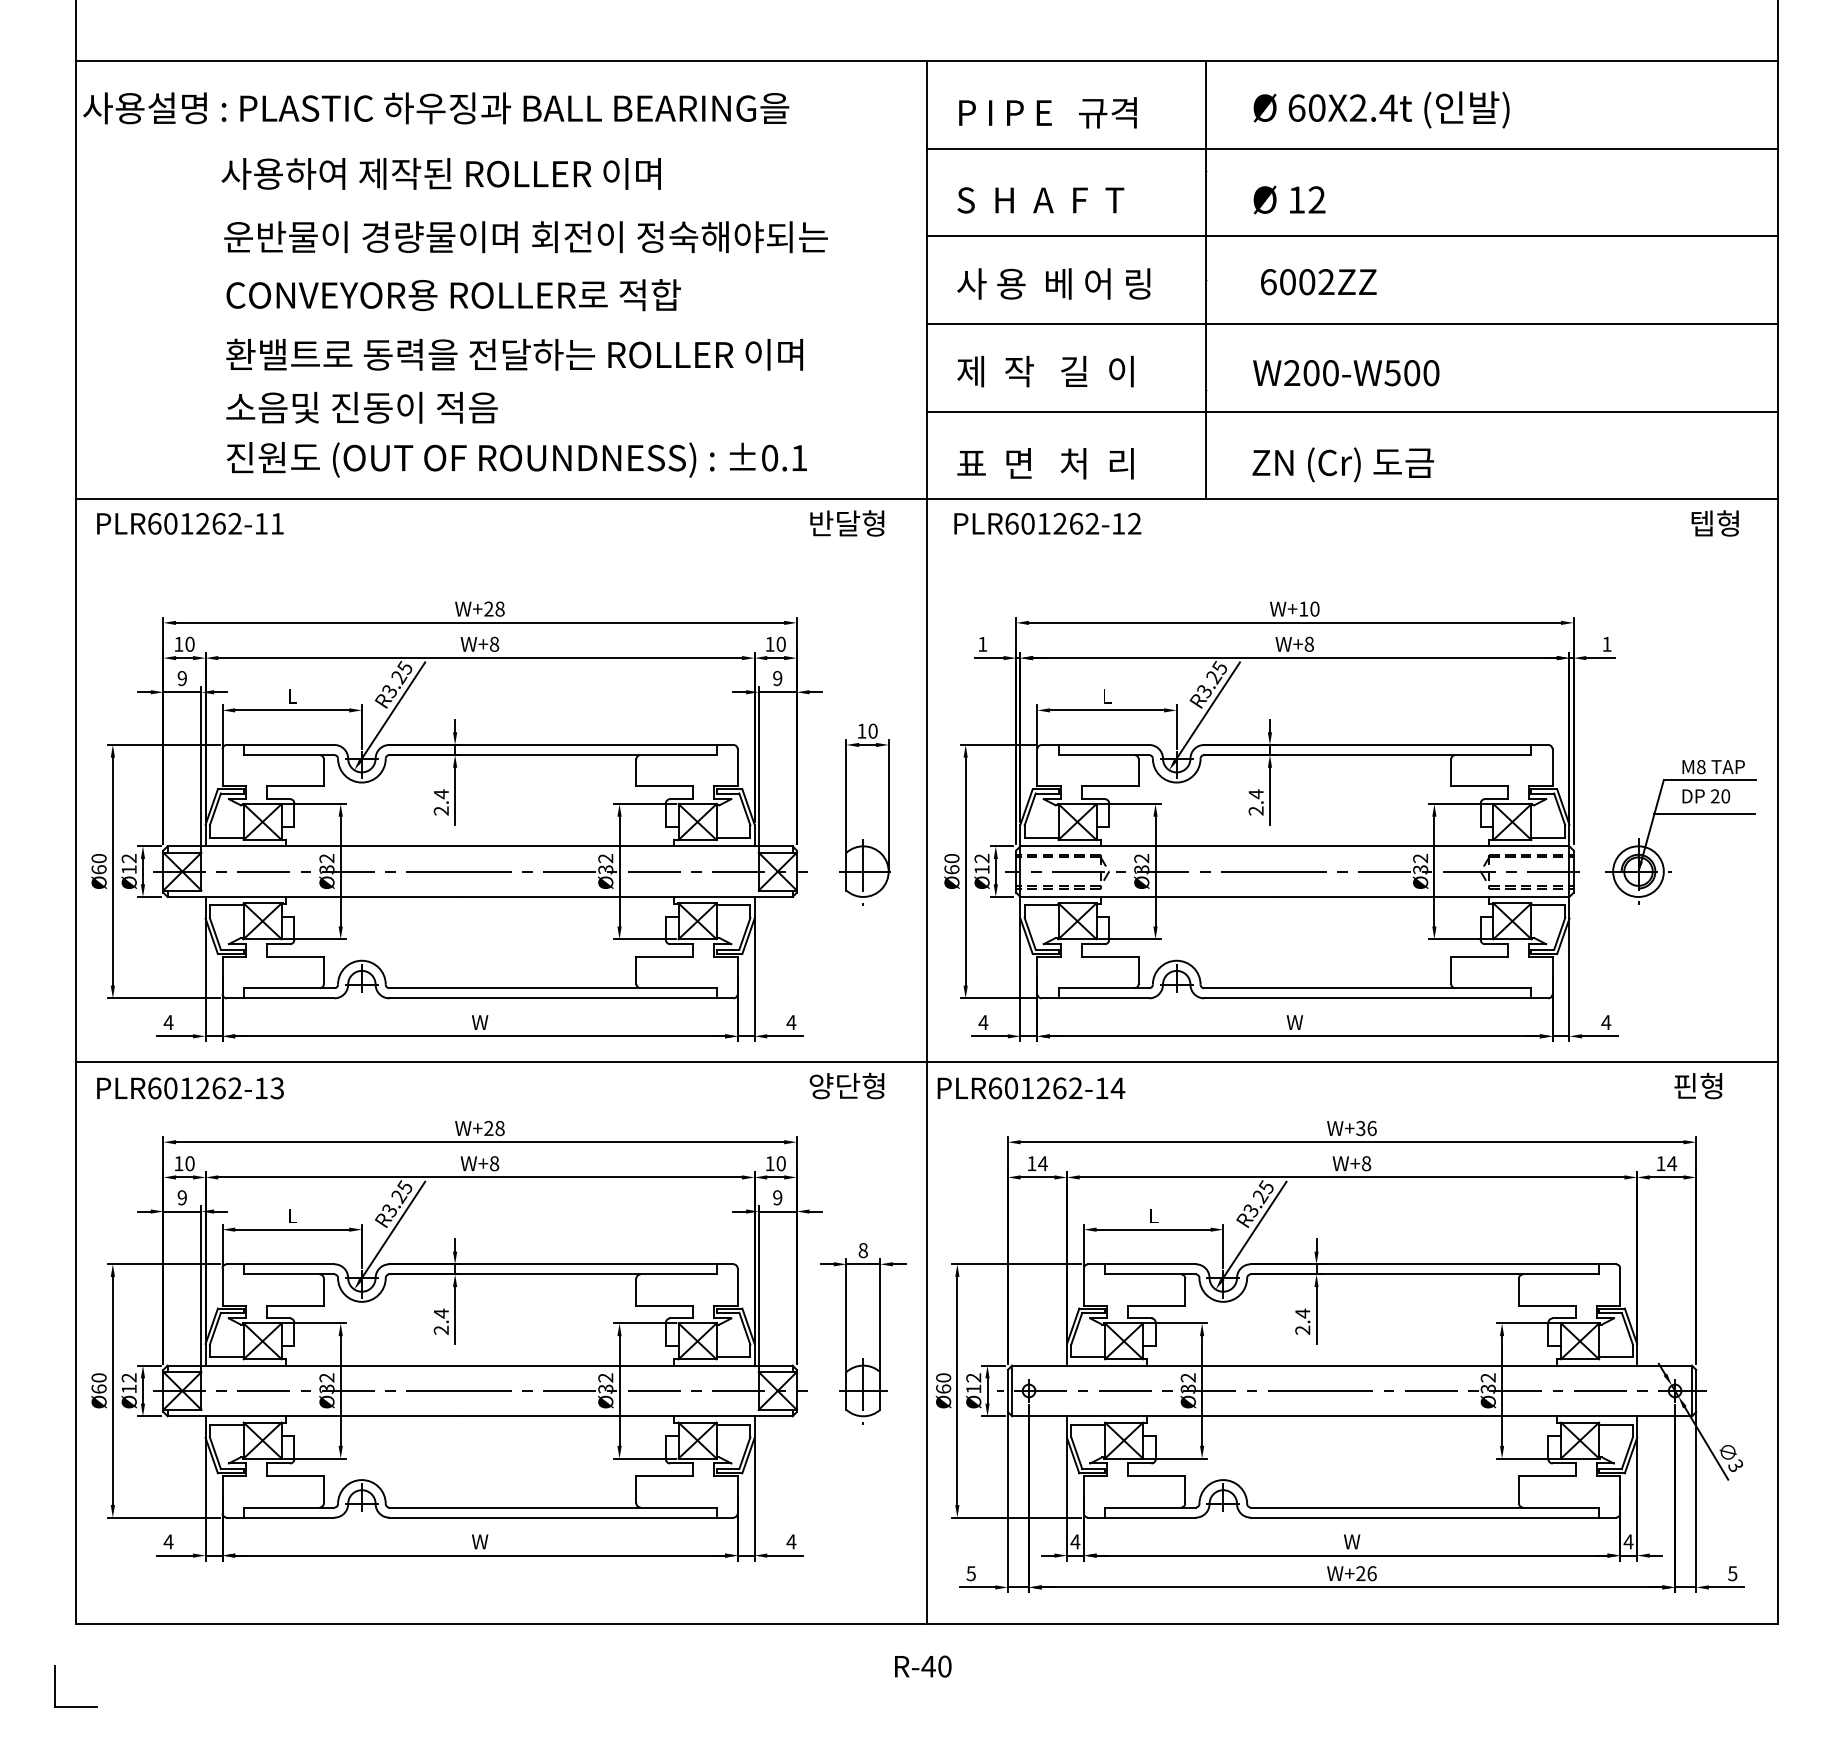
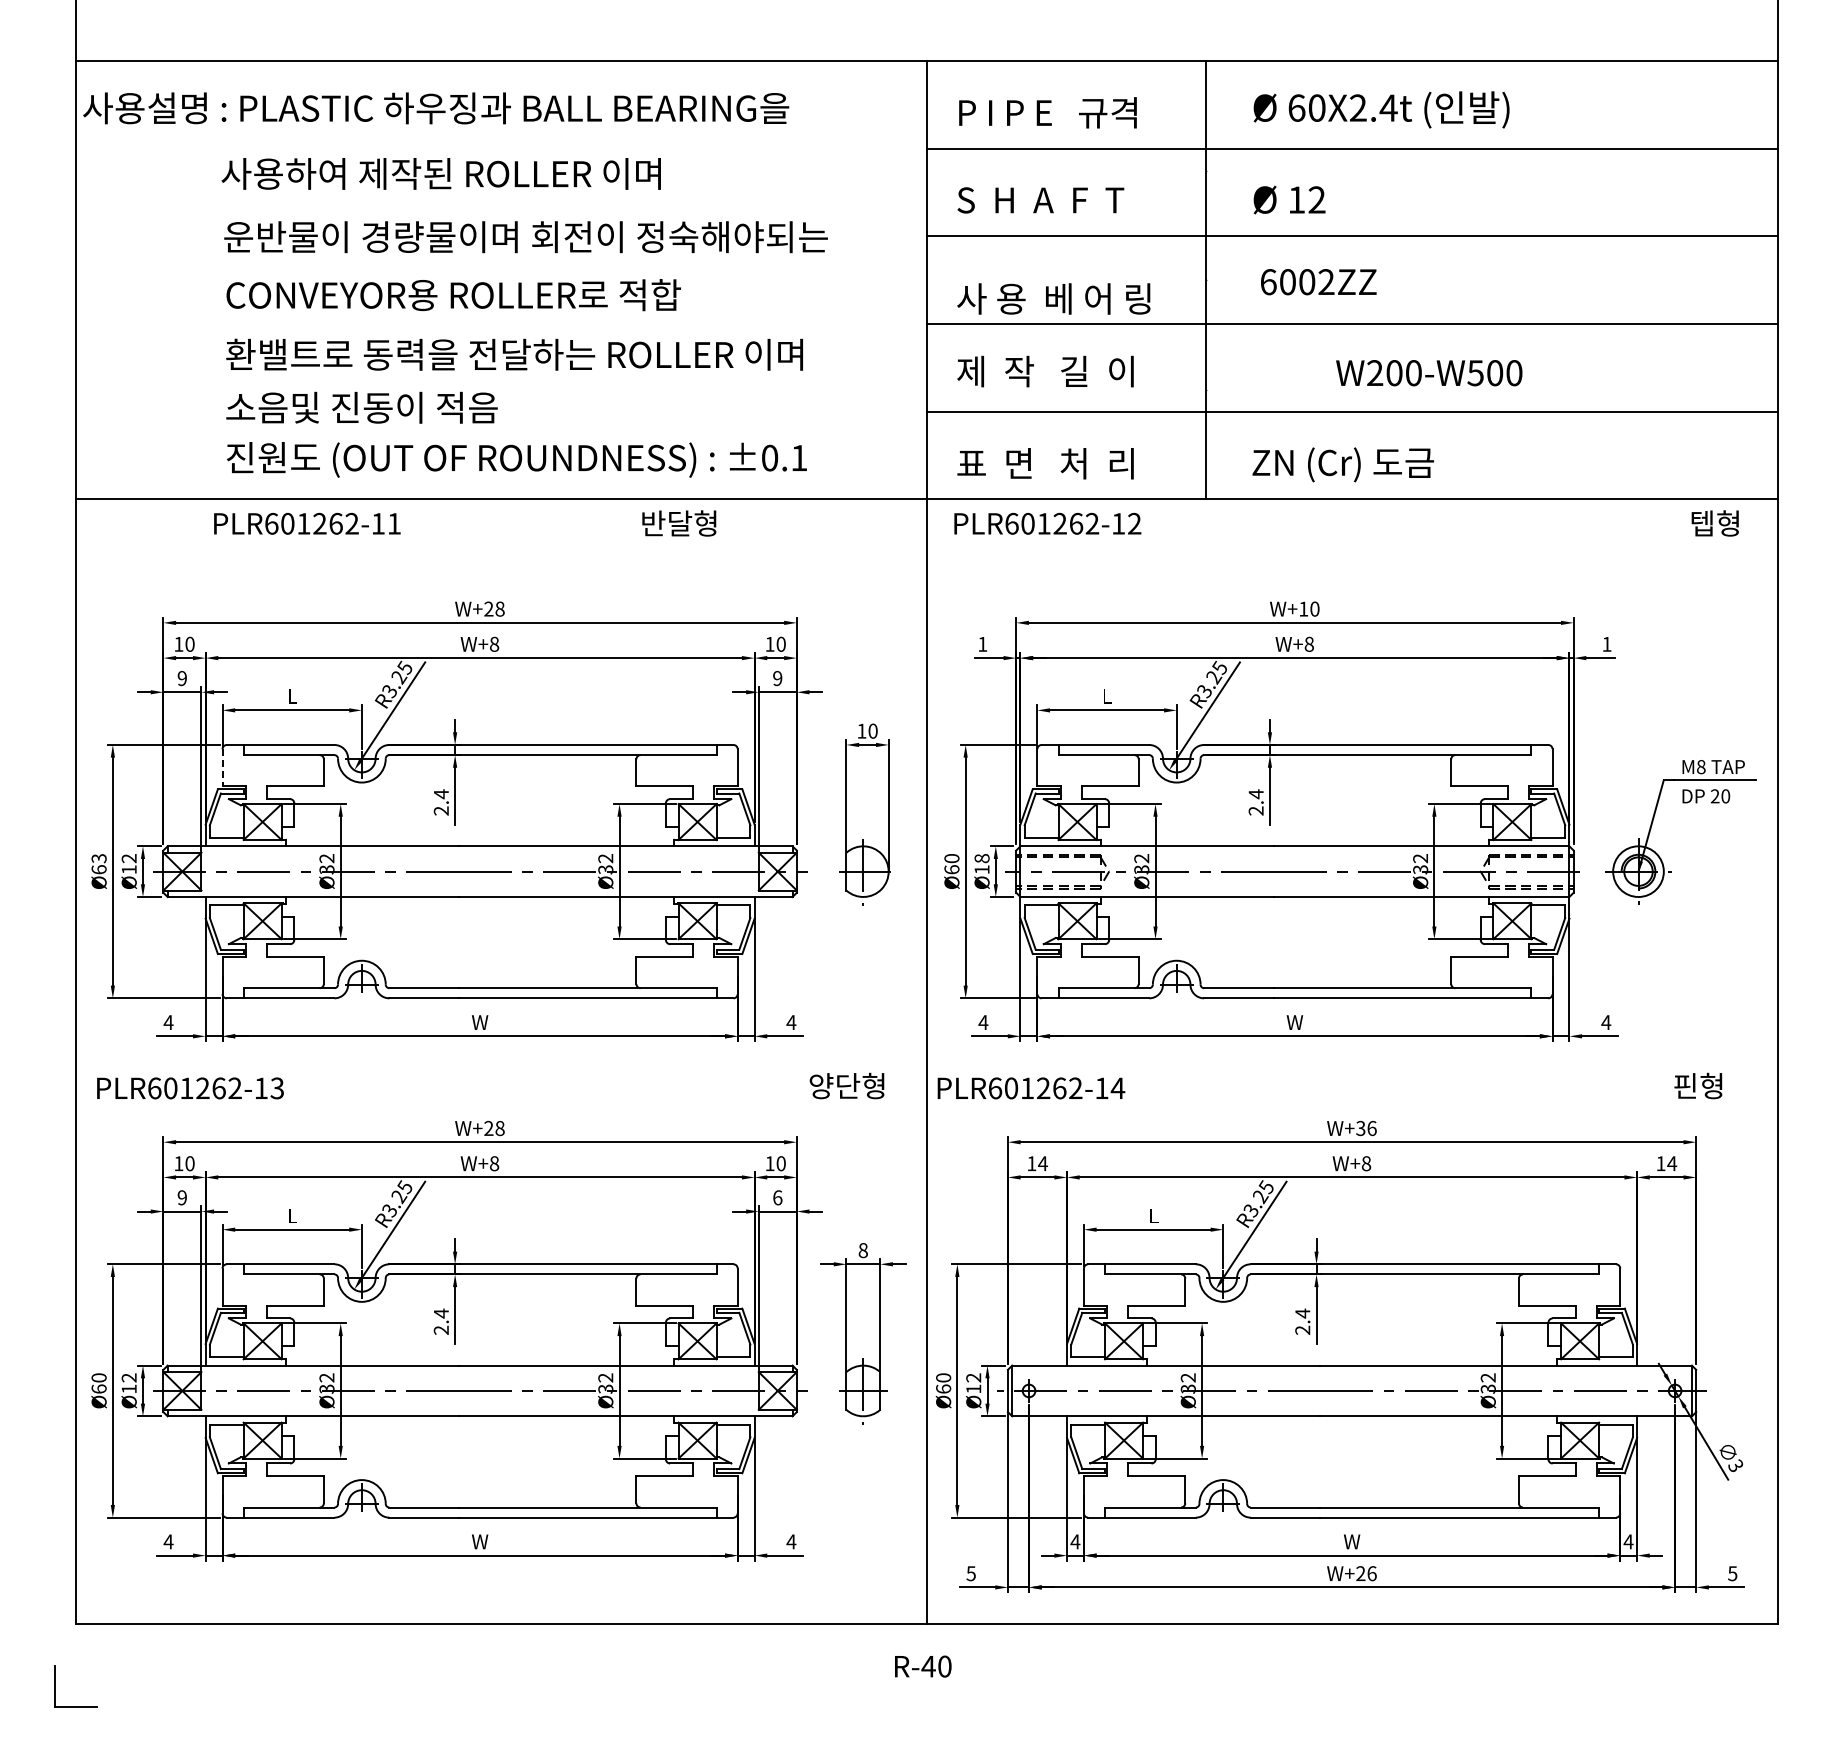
text at (1053, 283) position: (1053, 283) -> (1053, 298)
text at (1346, 373) position: (1346, 373) -> (1429, 373)
text at (190, 523) position: (190, 523) -> (307, 523)
text at (847, 523) position: (847, 523) -> (679, 523)
line at (222, 767): solid -> dashed
line at (1704, 813): present -> none
text at (98, 858): Ø60 -> Ø63
text at (981, 858): Ø12 -> Ø18
line at (926, 1061): present -> none
text at (777, 1197): 9 -> 6
